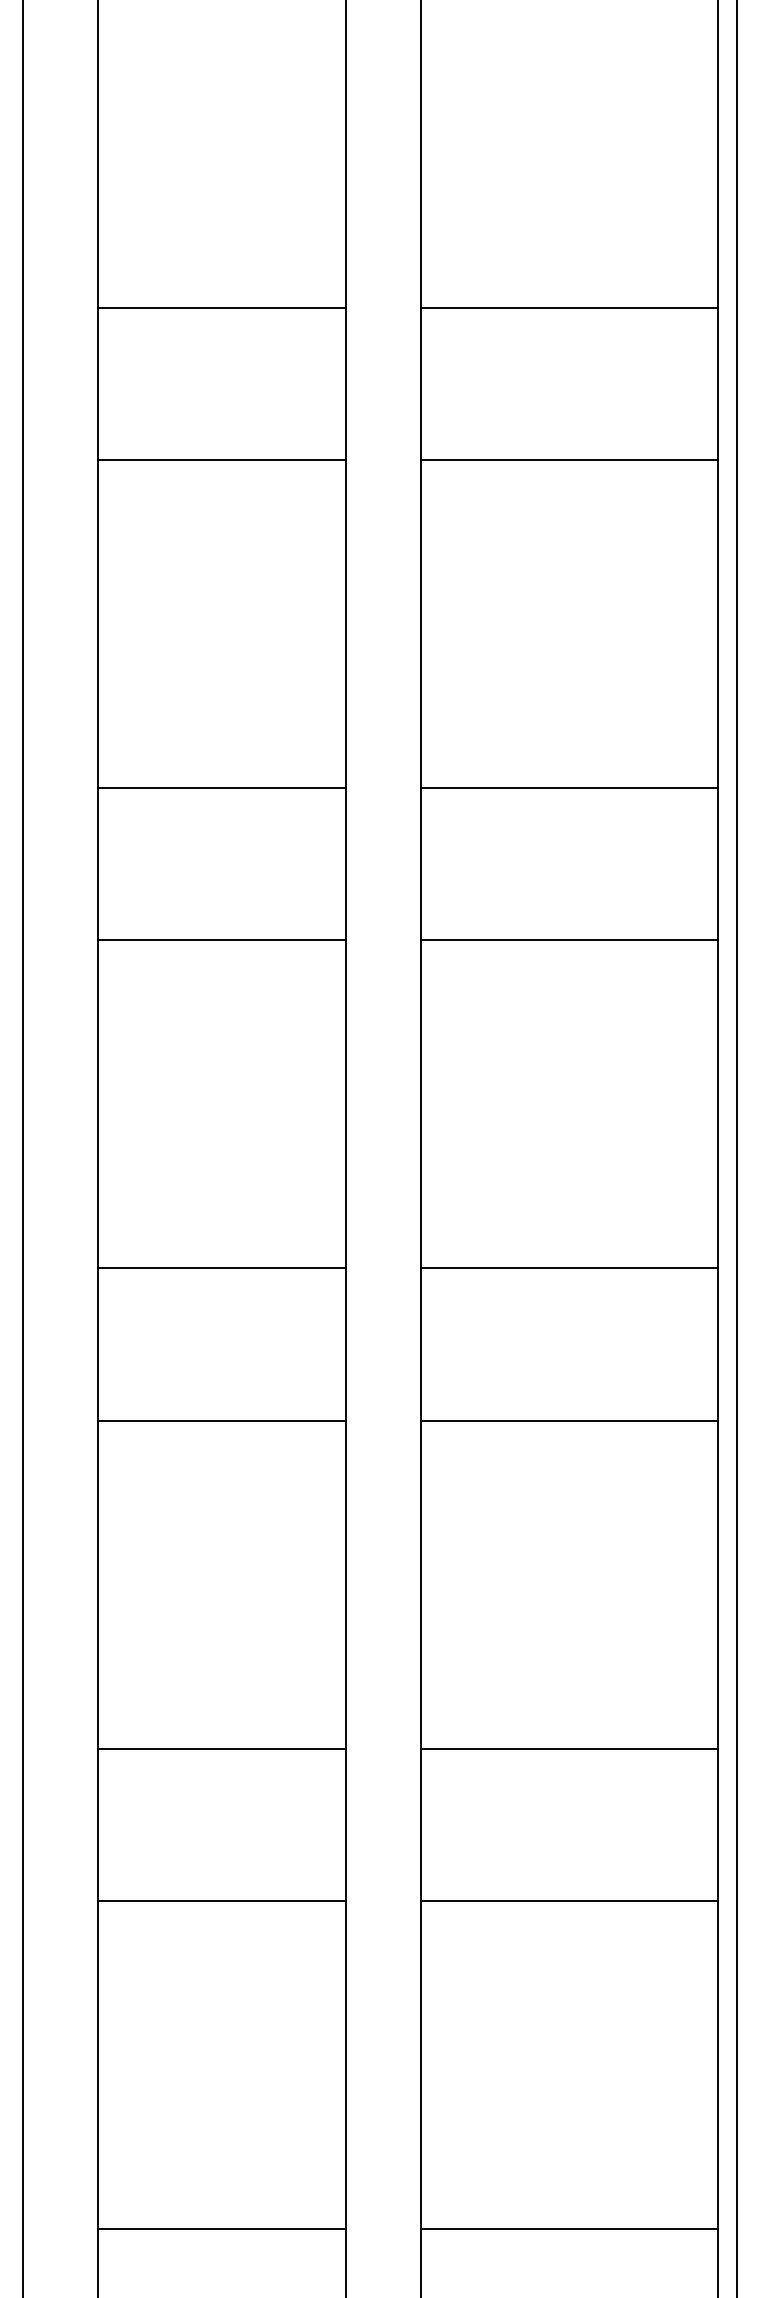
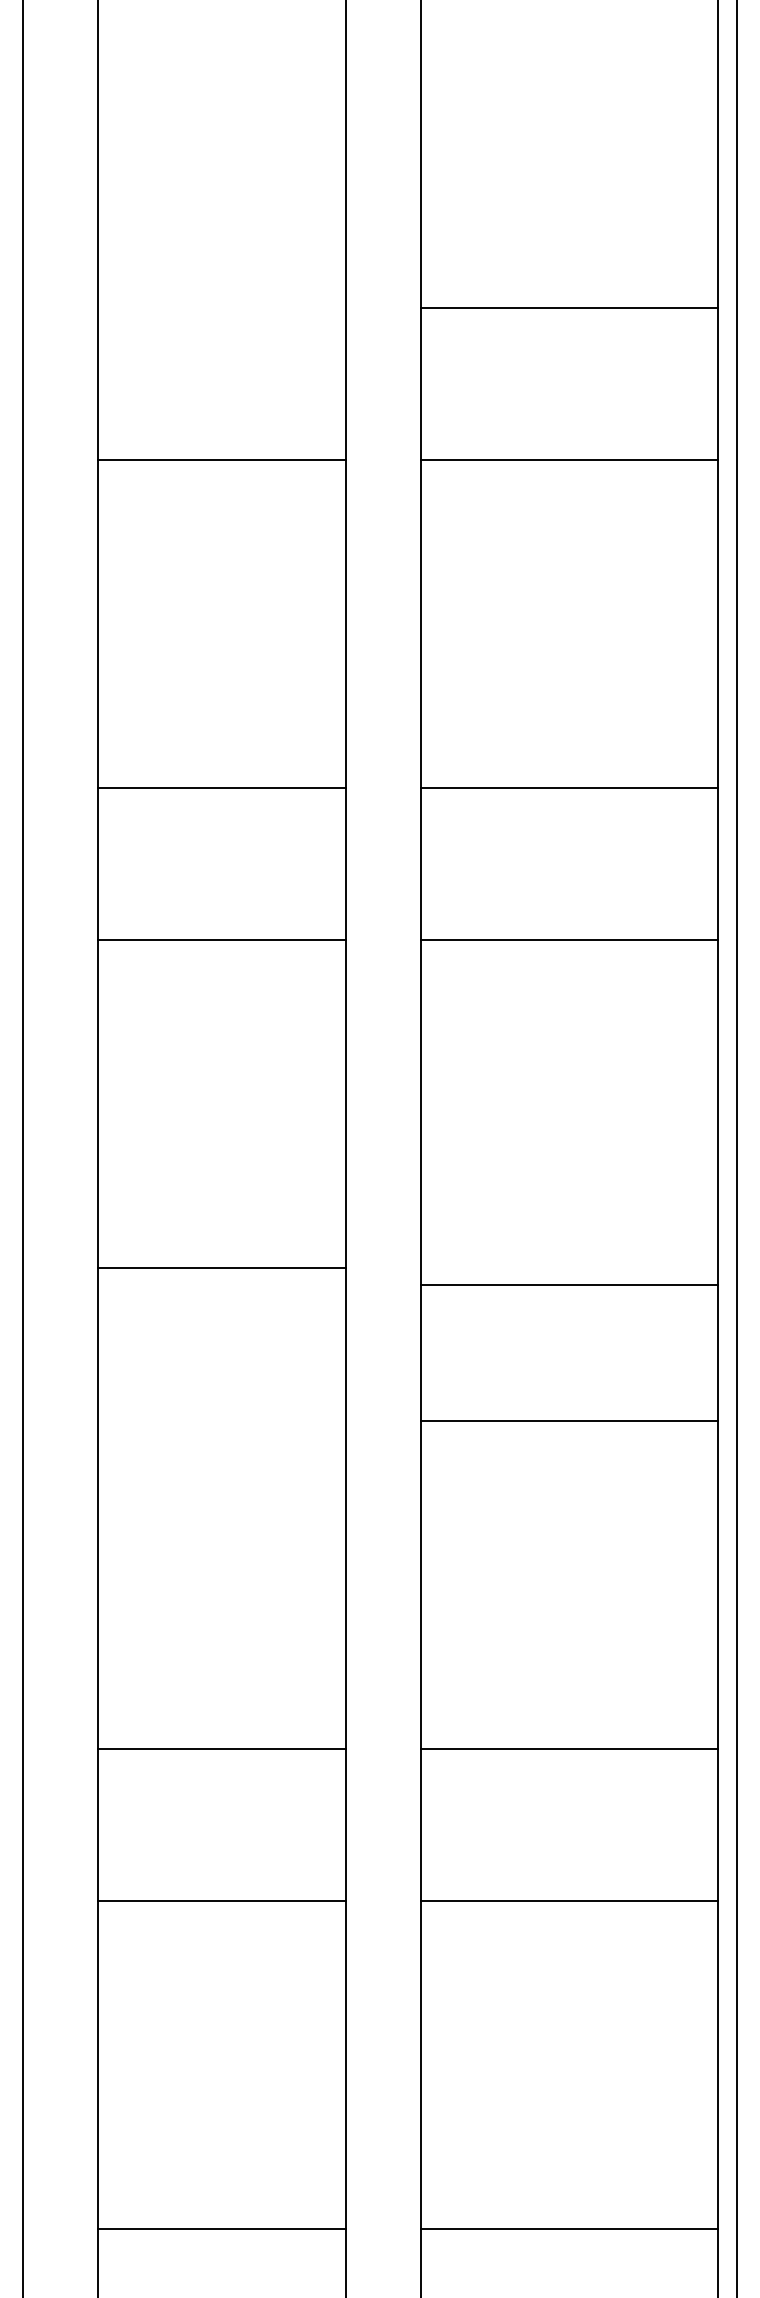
line at (221, 307): present -> none
line at (568, 1268) position: (568, 1268) -> (568, 1285)
line at (221, 1420): present -> none
